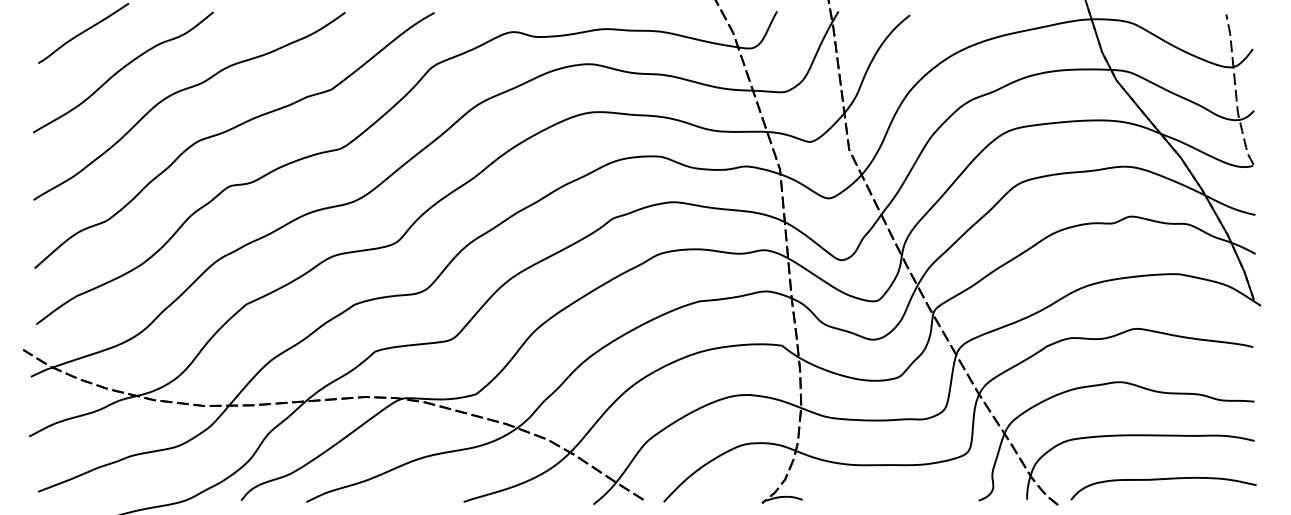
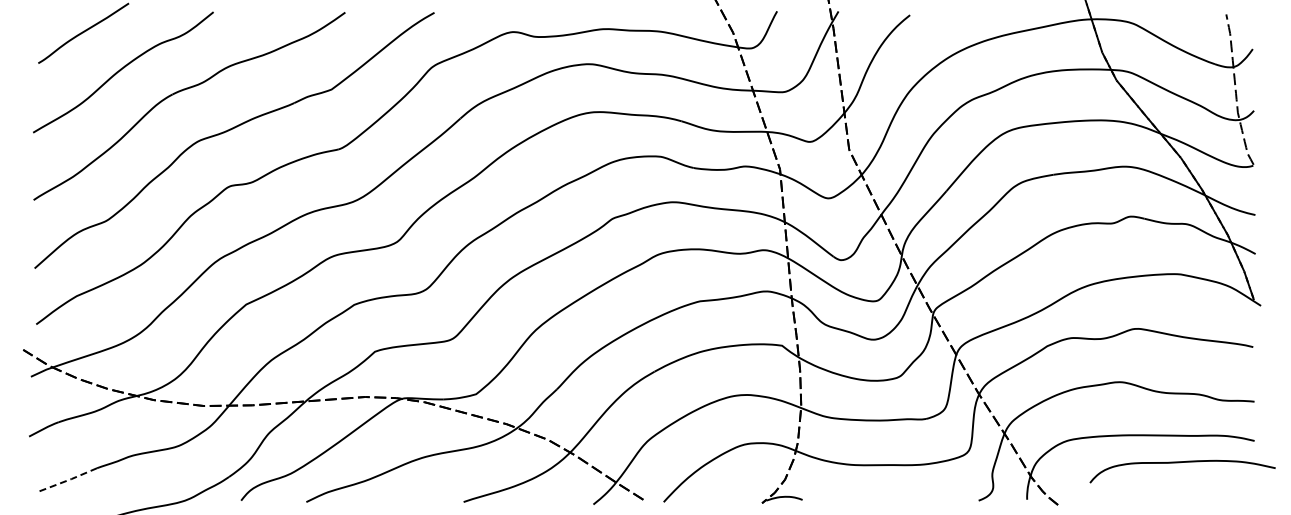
line at (67, 480): solid -> dashed
curve at (1161, 480) position: (1161, 480) -> (1180, 463)
